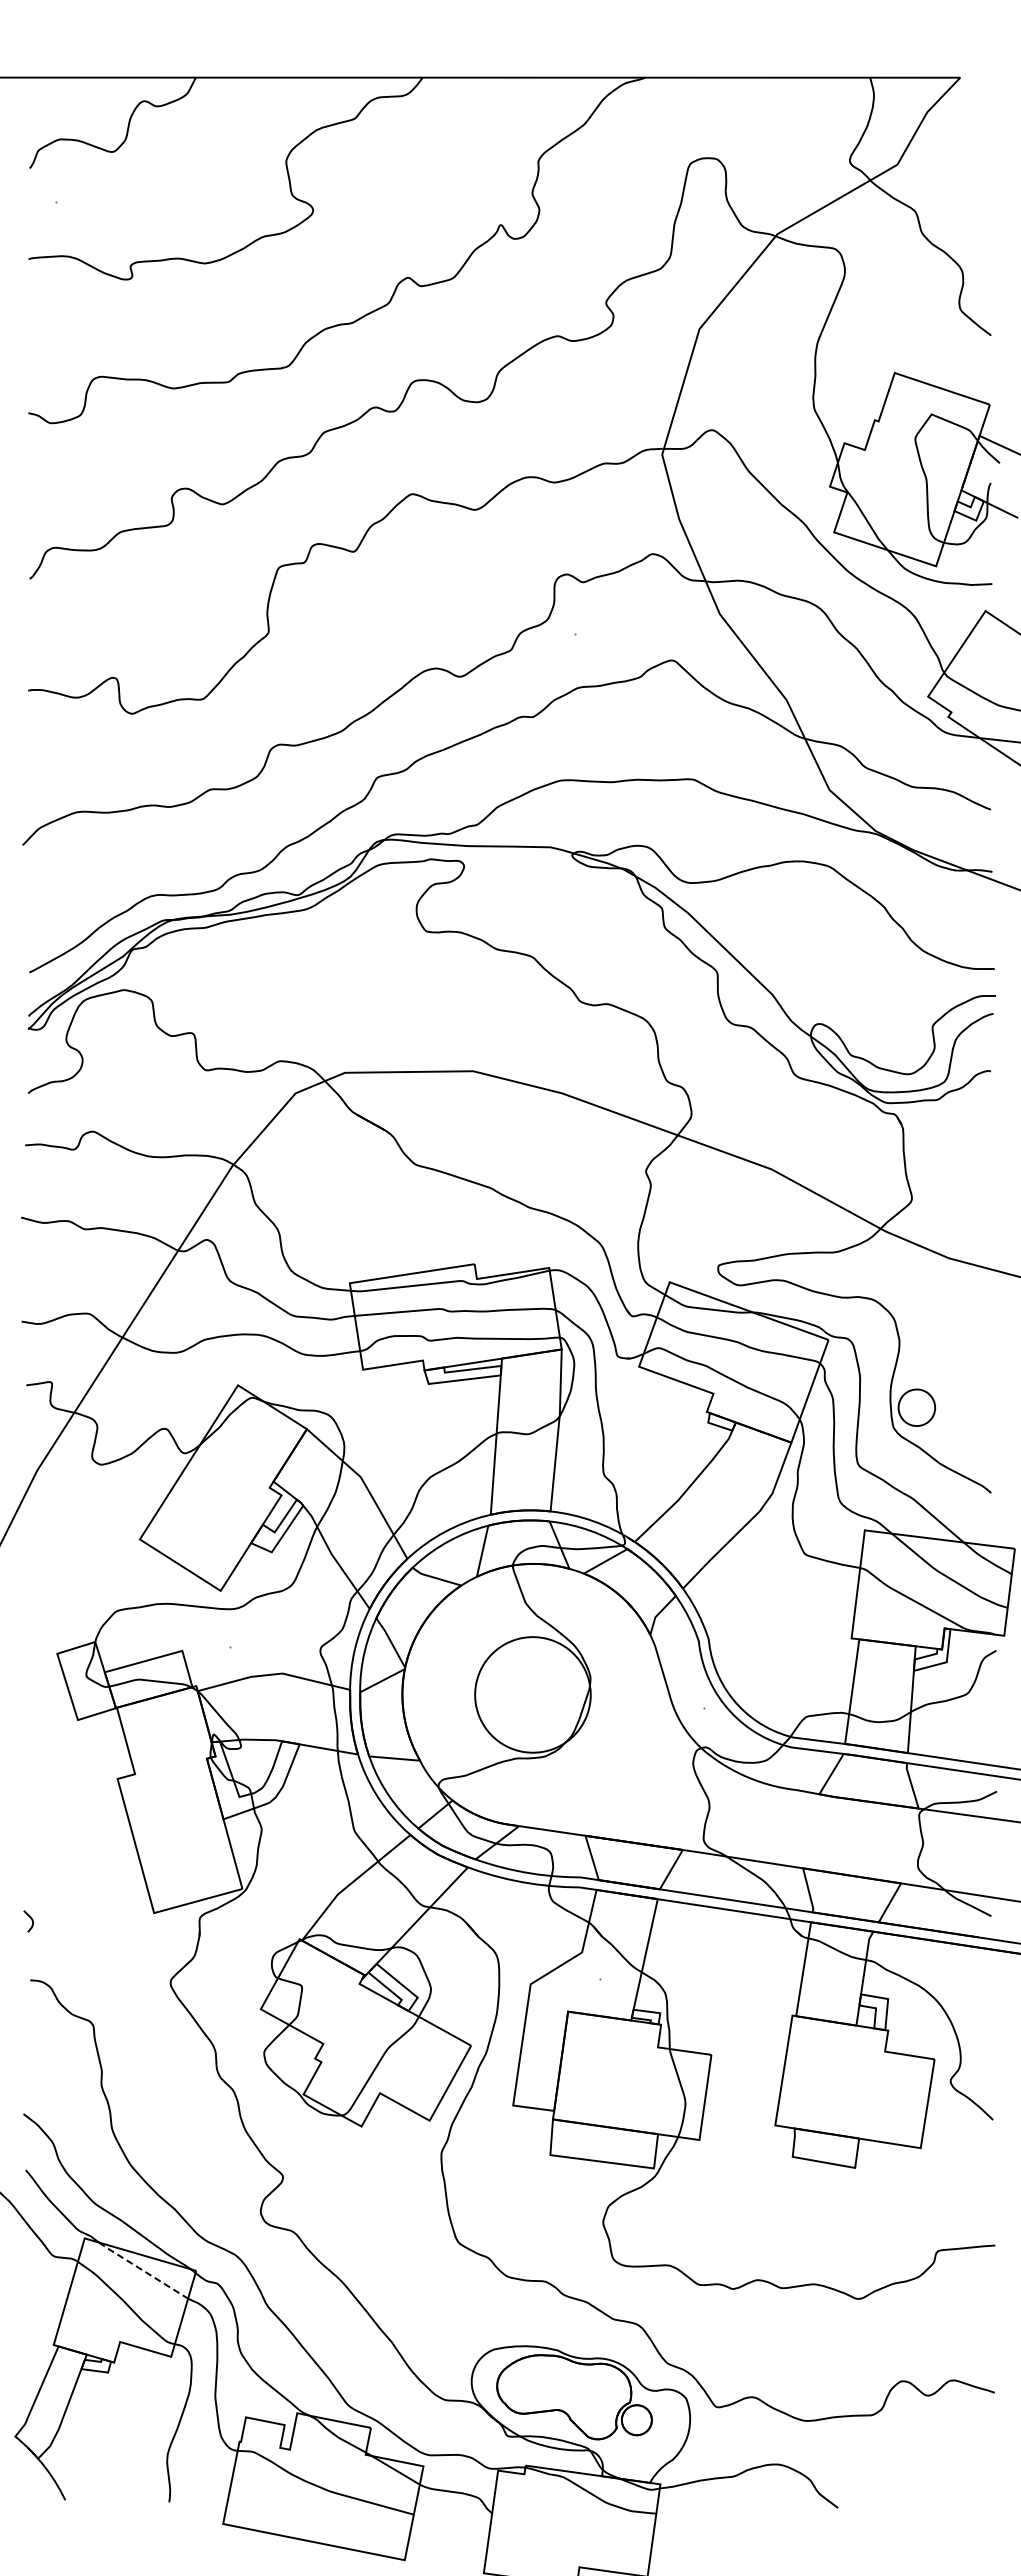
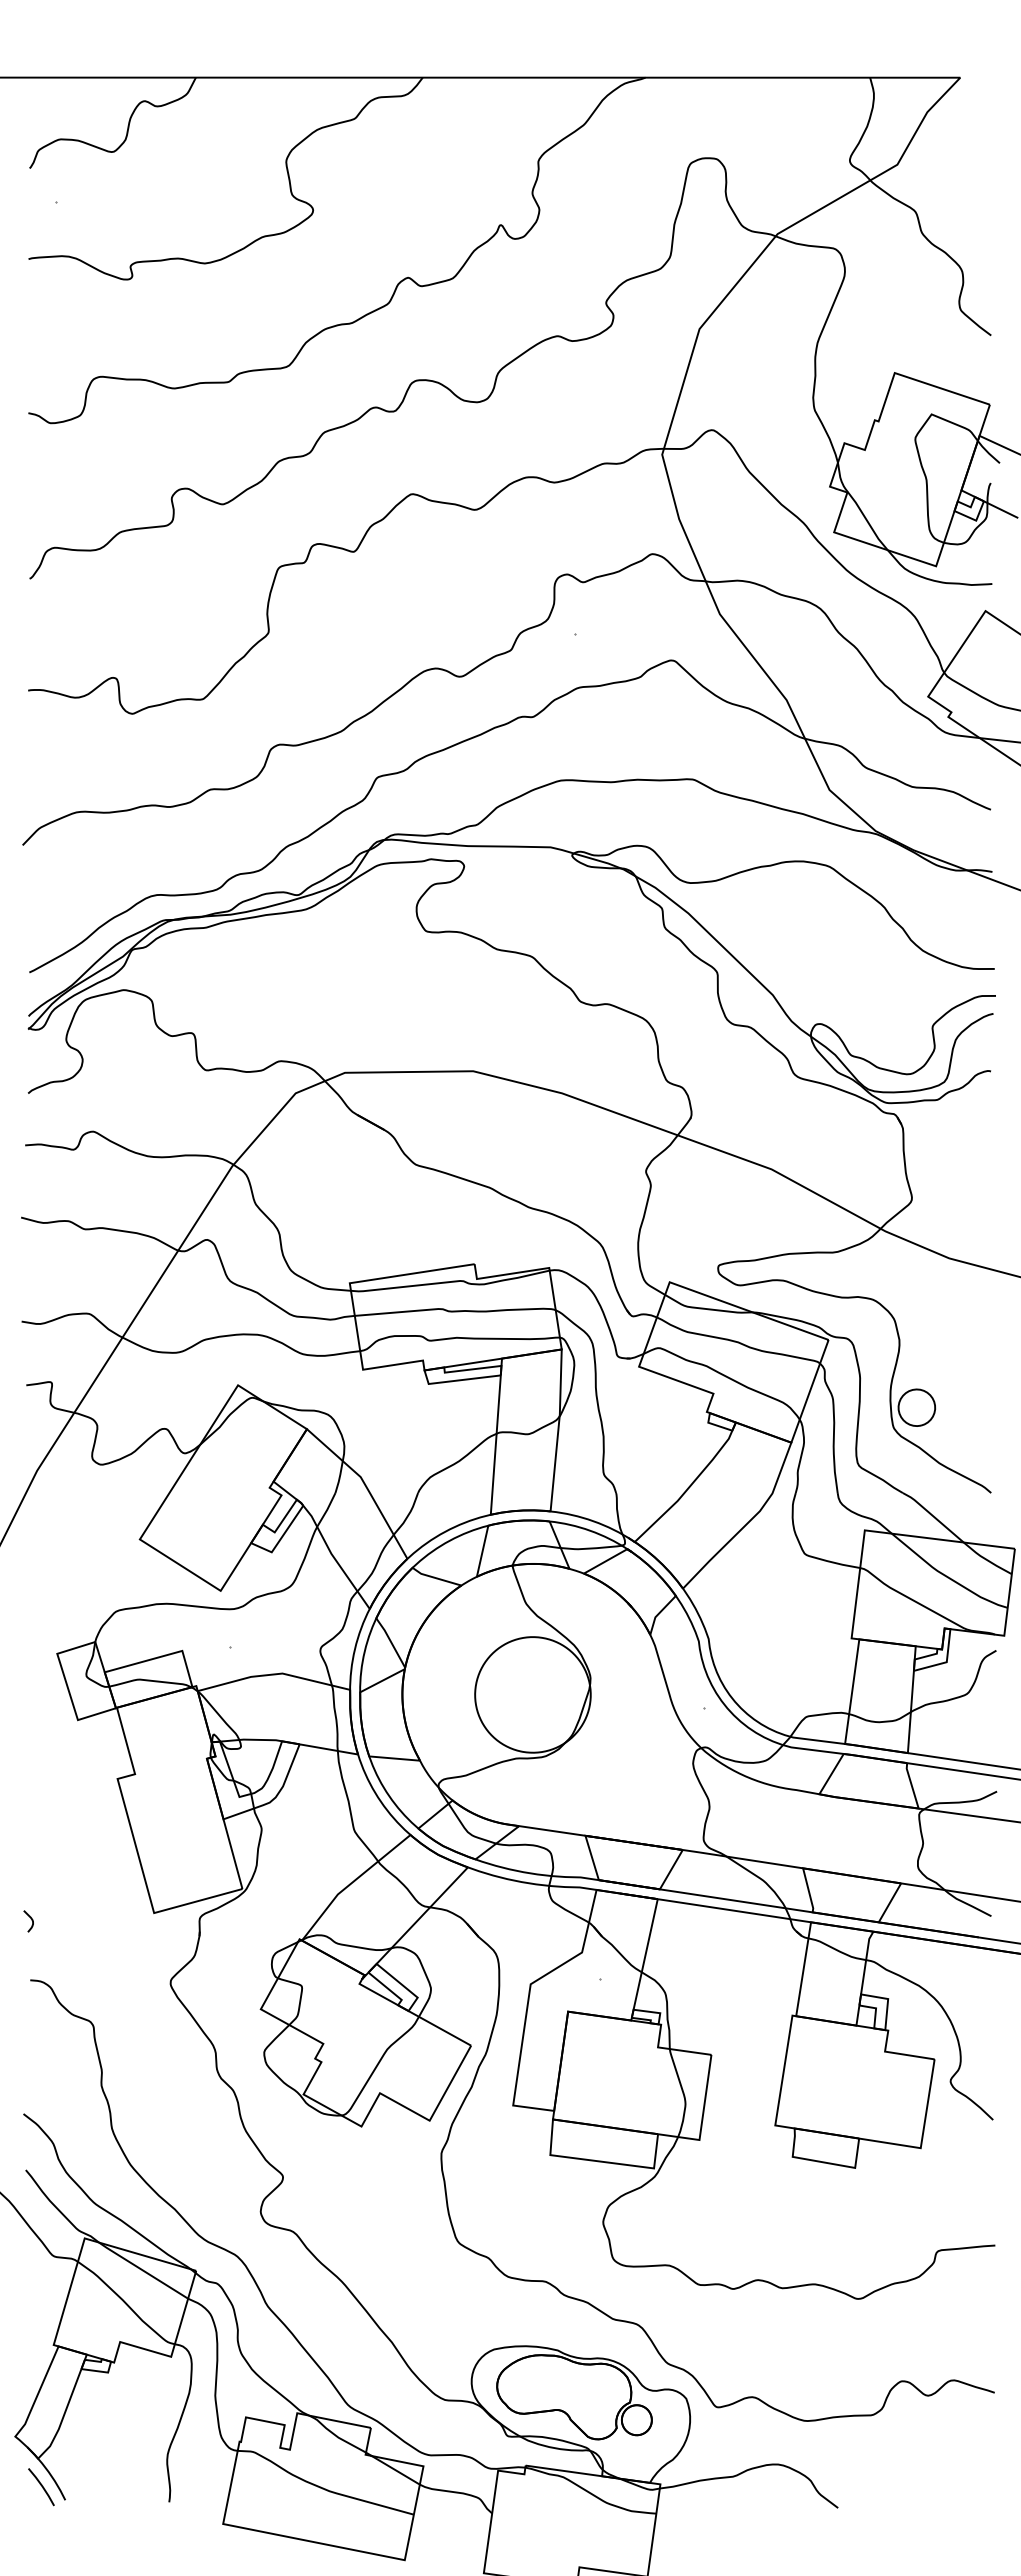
line at (143, 2270): dashed -> solid
line at (41, 2486): none -> present
